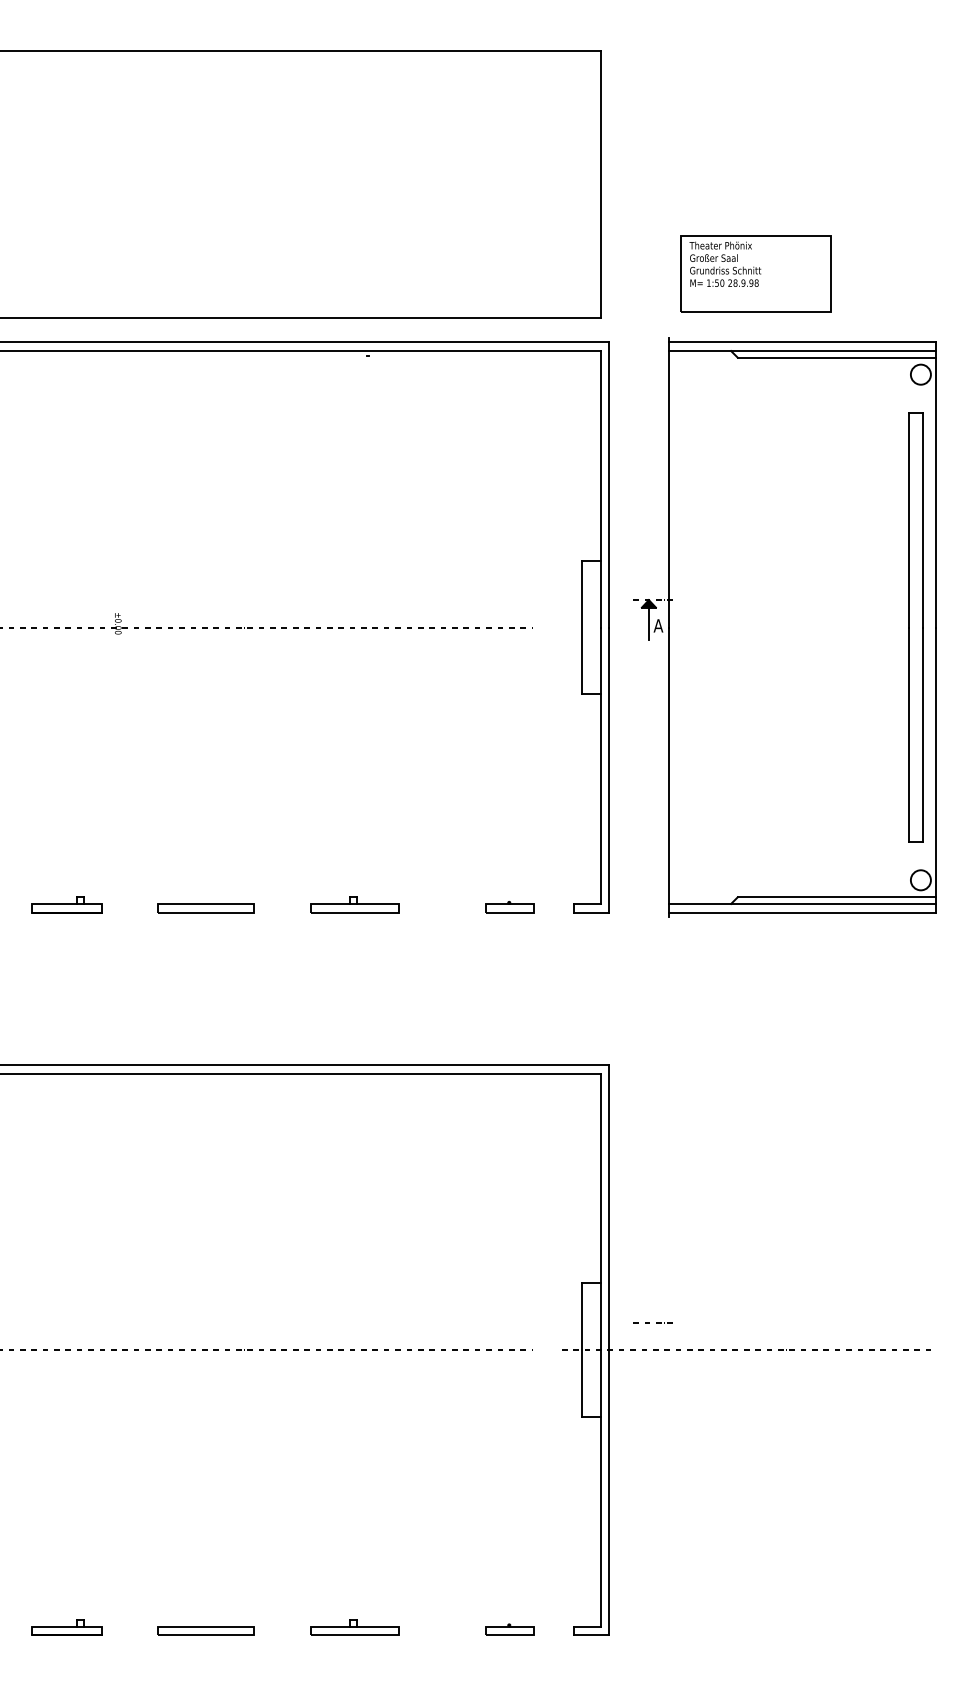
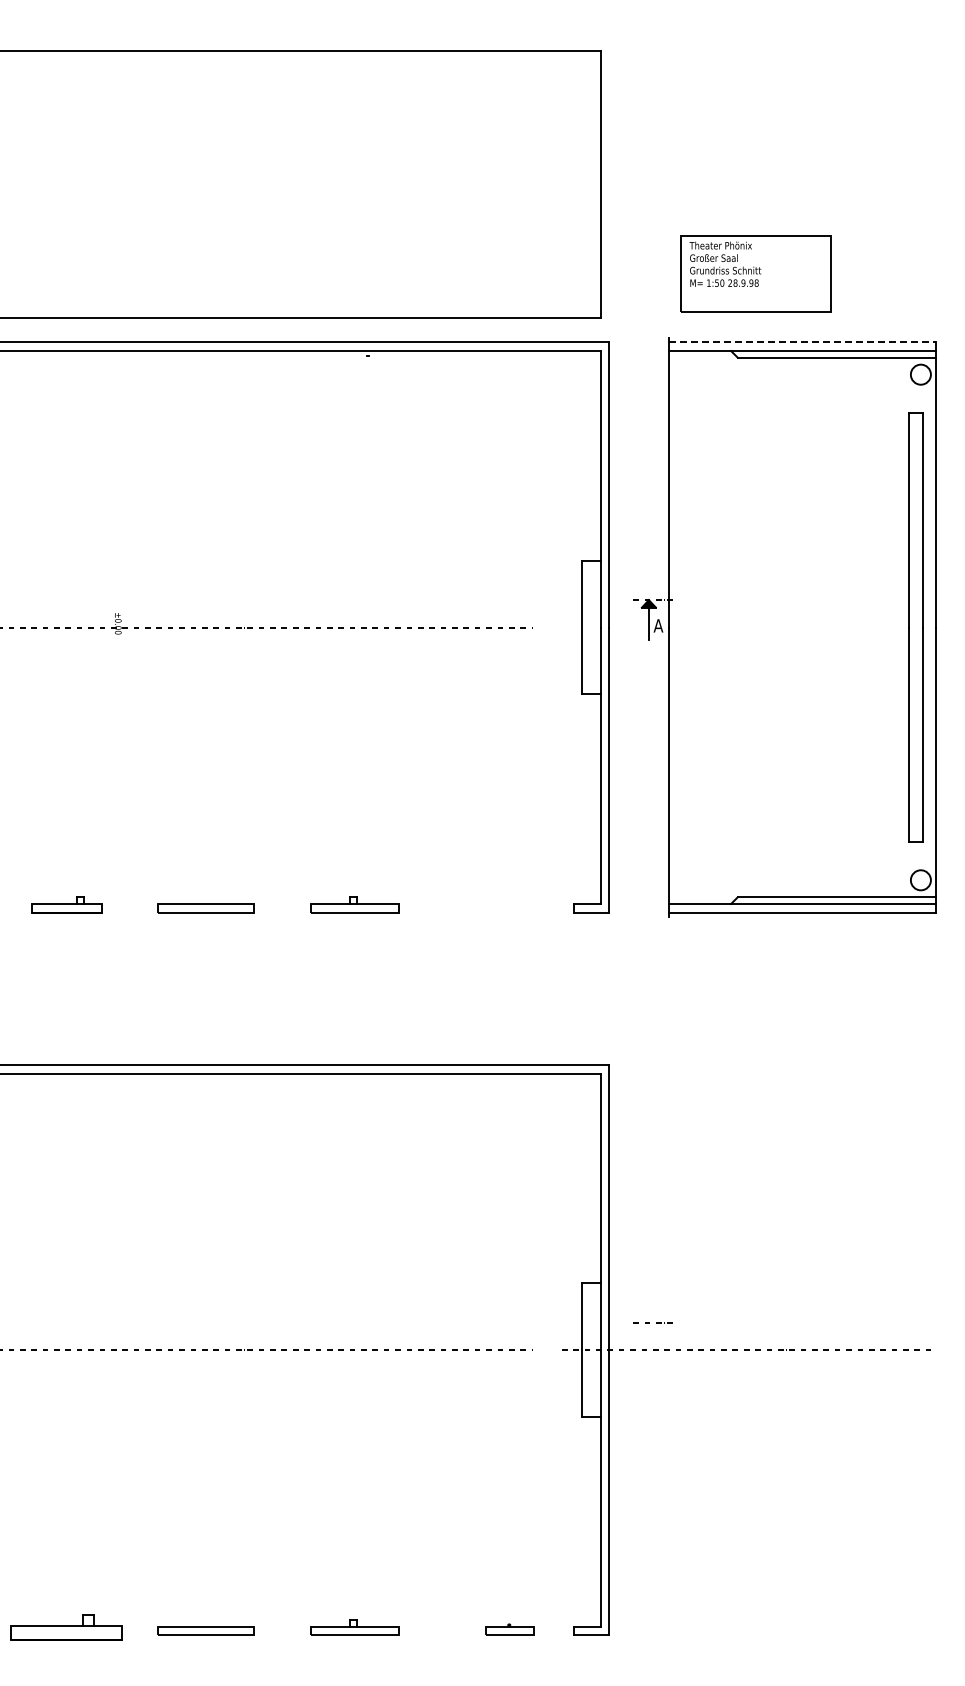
line at (802, 342): solid -> dashed
part at (509, 907): present -> none
part at (66, 1627) size: 72x17 px -> 113x27 px
